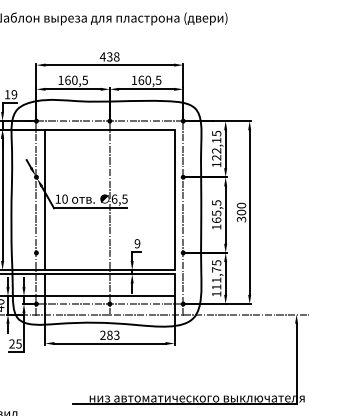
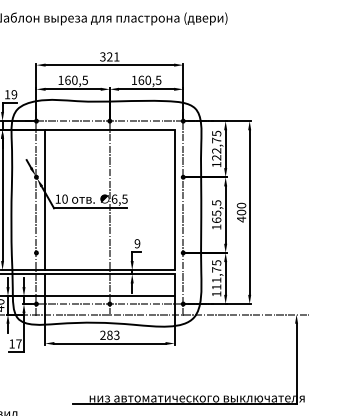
text at (109, 56): 438 -> 321
text at (216, 140): 122,15 -> 122,75
text at (241, 219): 300 -> 400
text at (15, 343): 25 -> 17
